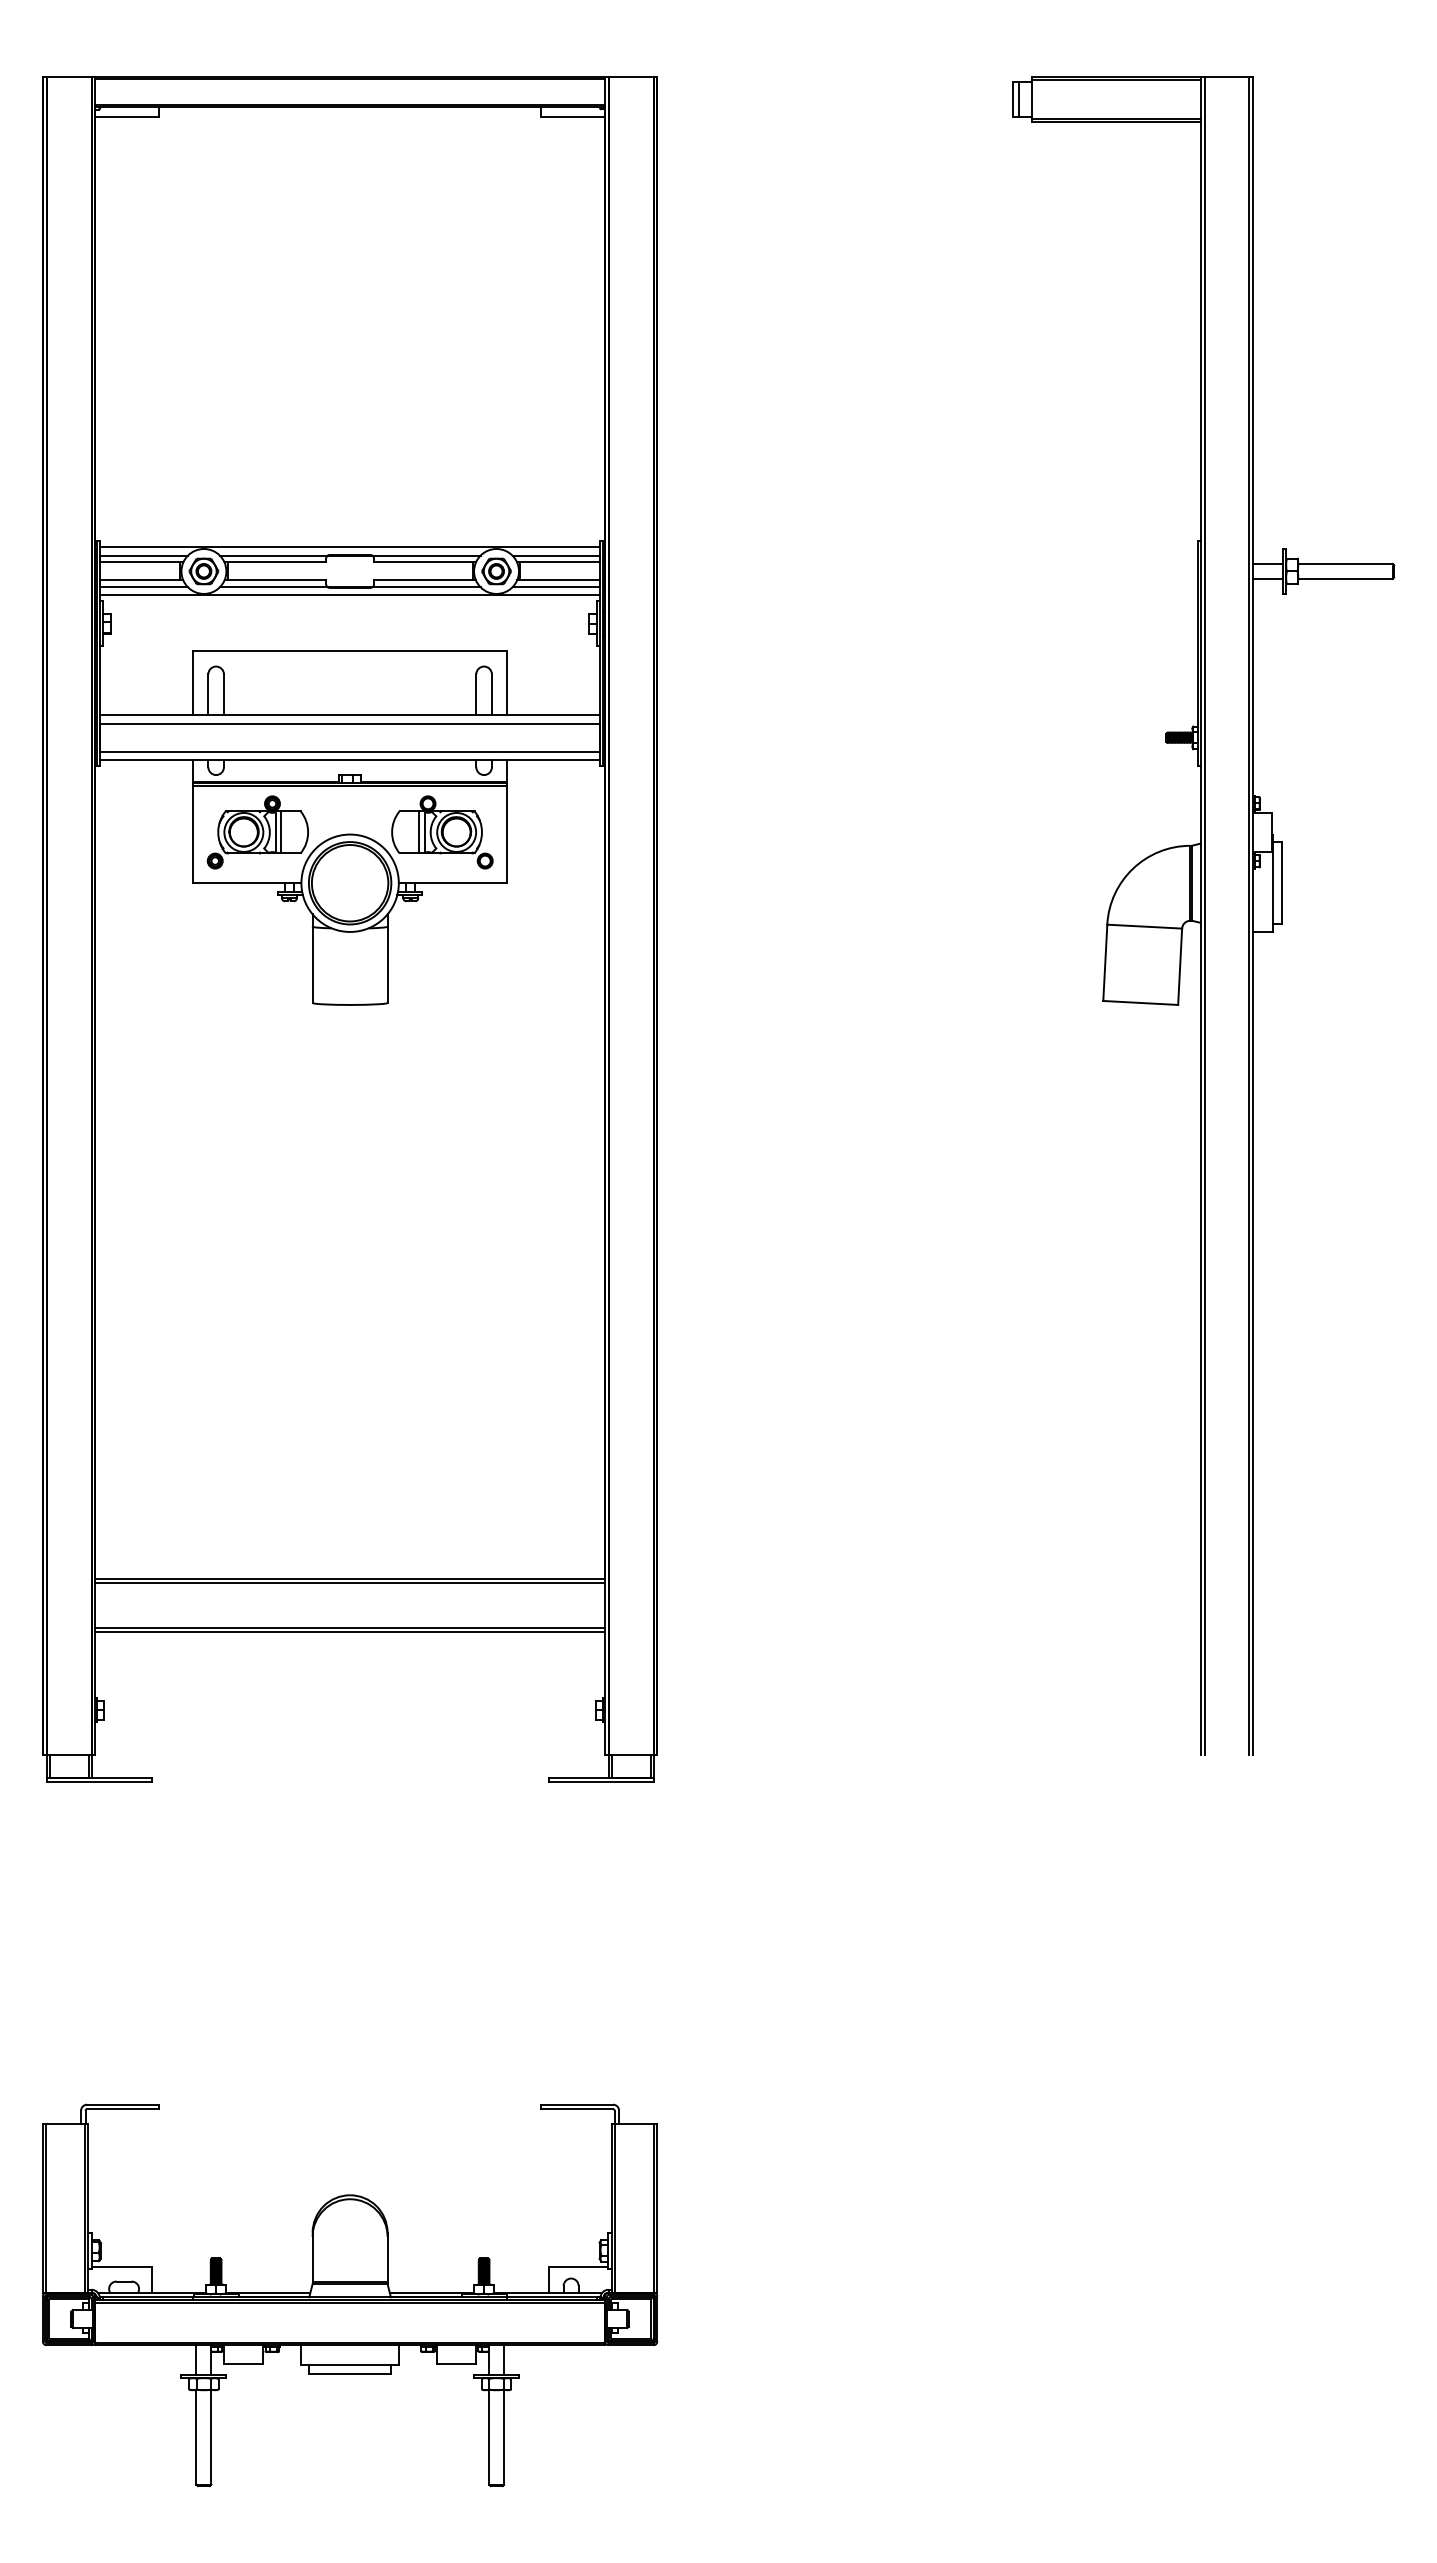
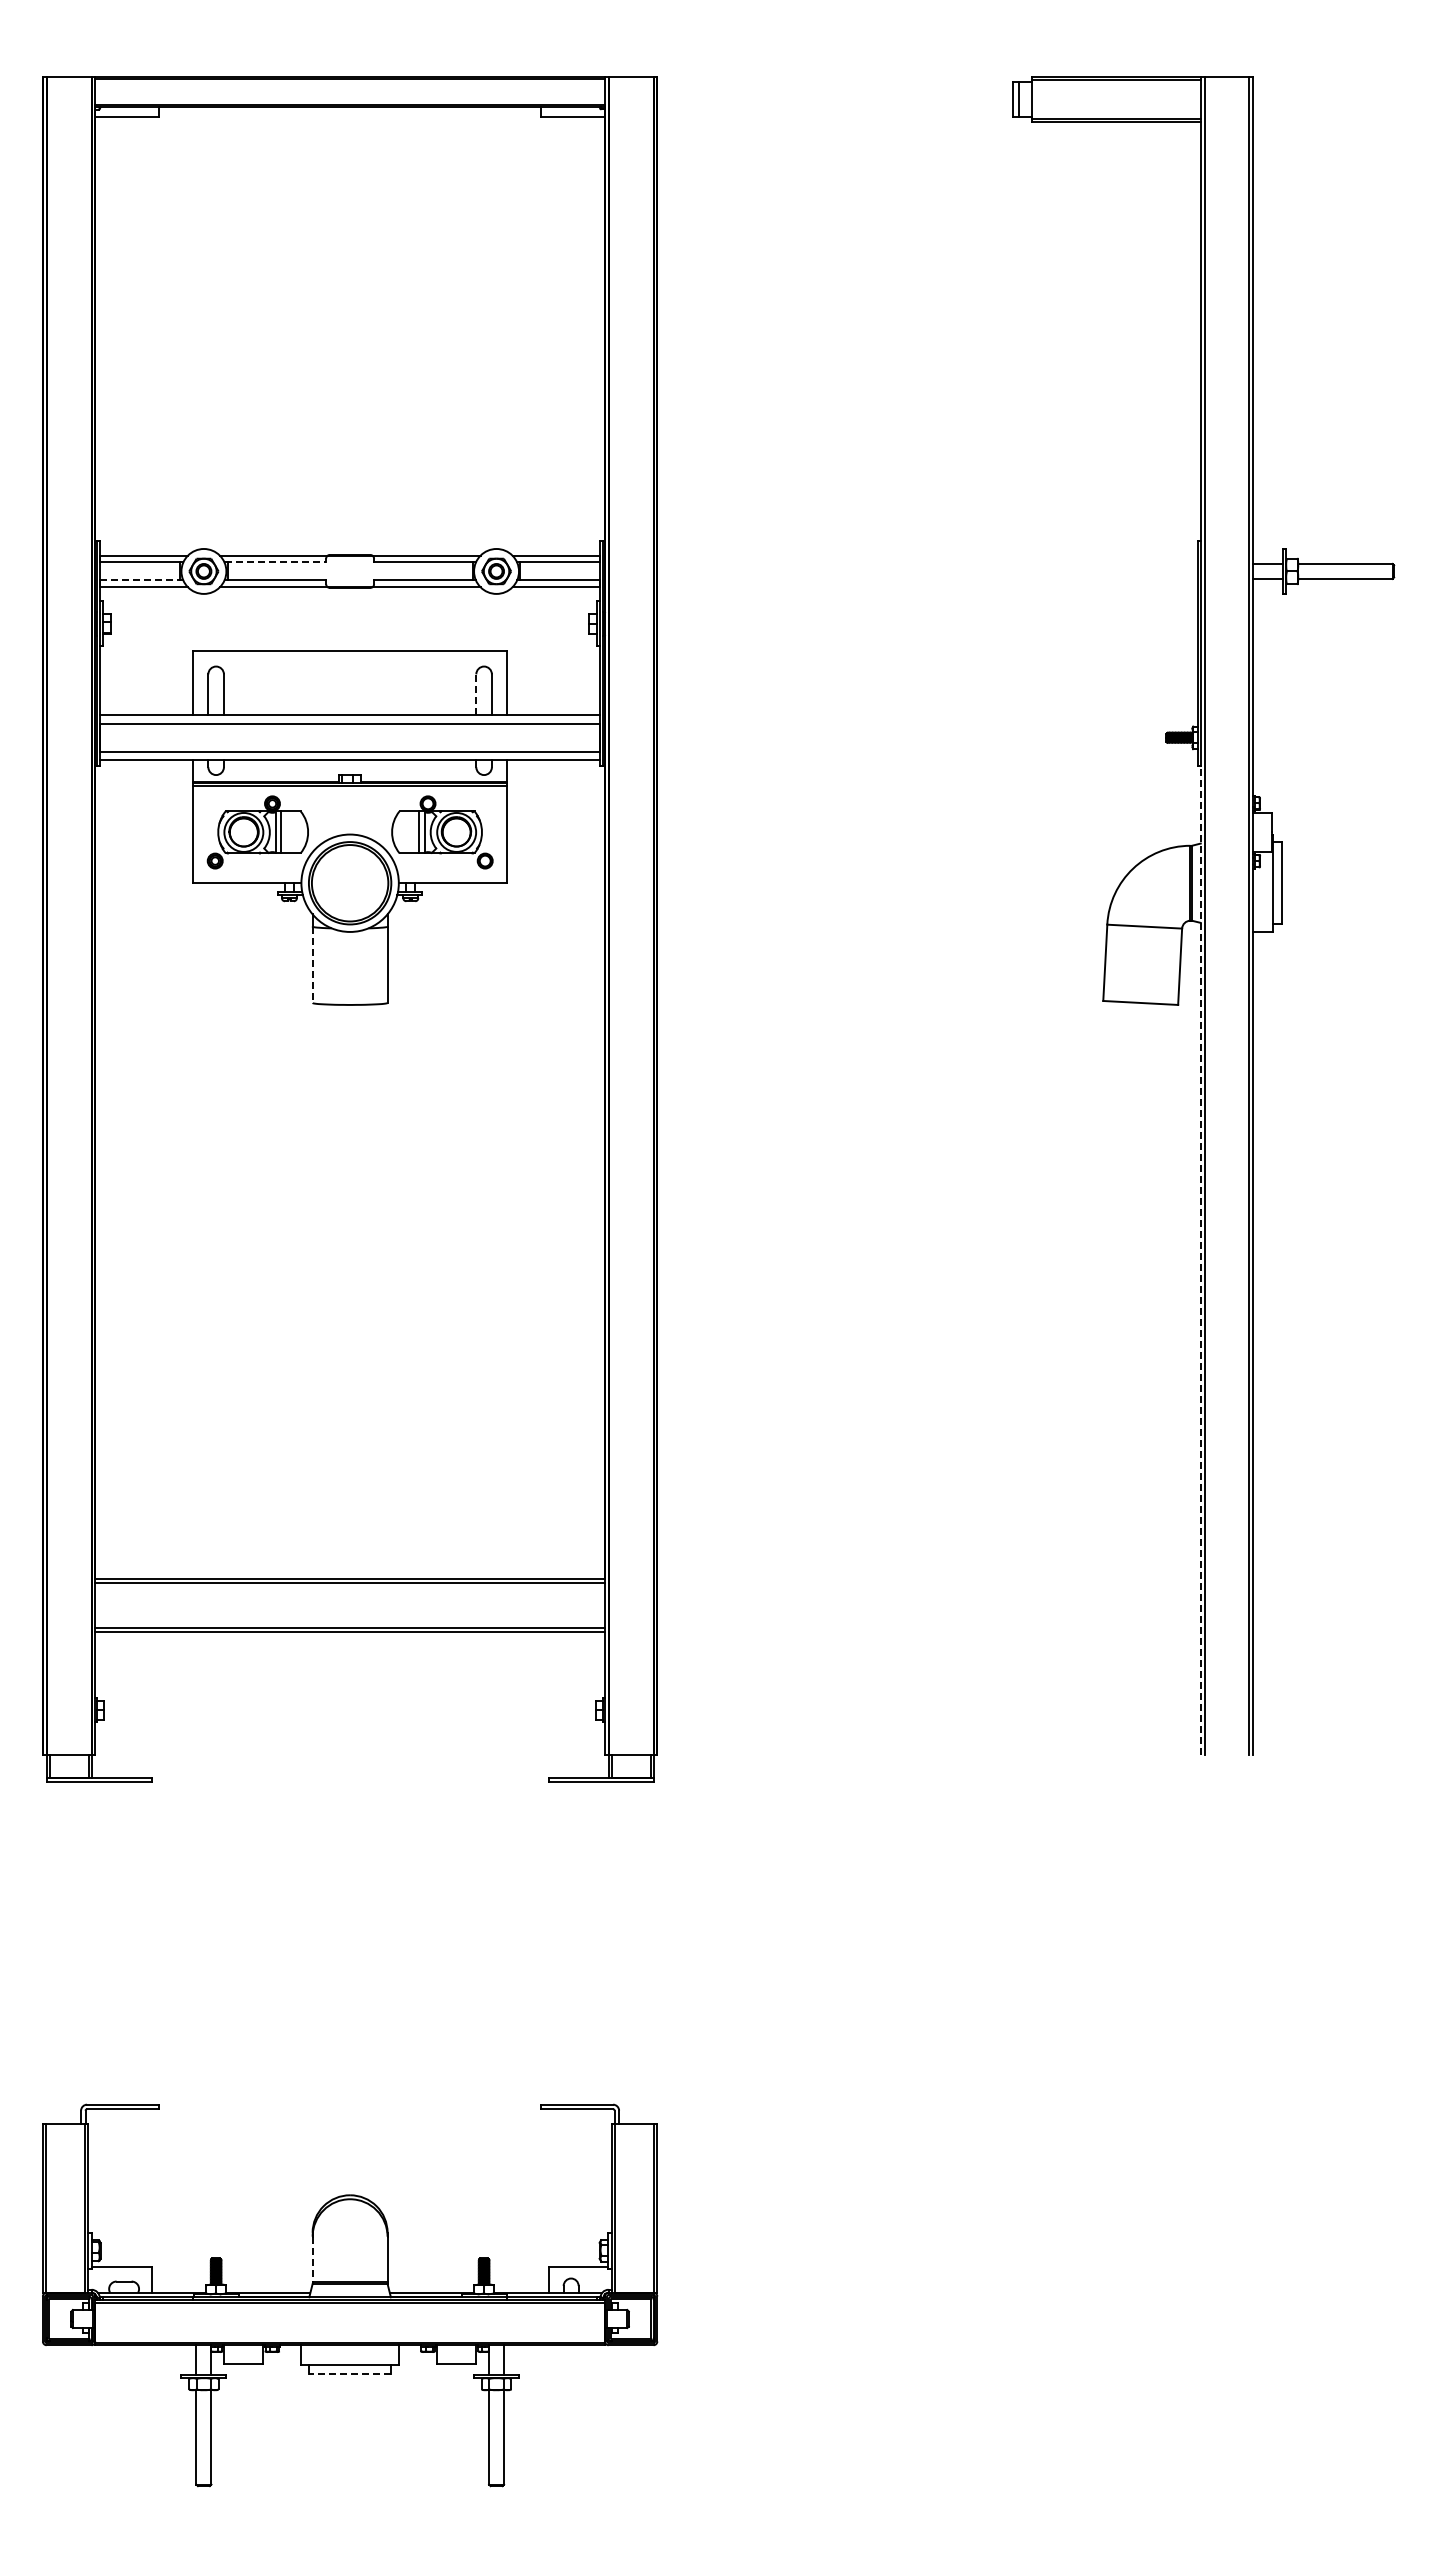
line at (349, 547): present -> none
line at (275, 562): solid -> dashed
line at (141, 580): solid -> dashed
line at (349, 595): present -> none
line at (476, 694): solid -> dashed
line at (312, 965): solid -> dashed
line at (1200, 1260): solid -> dashed
line at (312, 2259): solid -> dashed
line at (349, 2373): solid -> dashed
